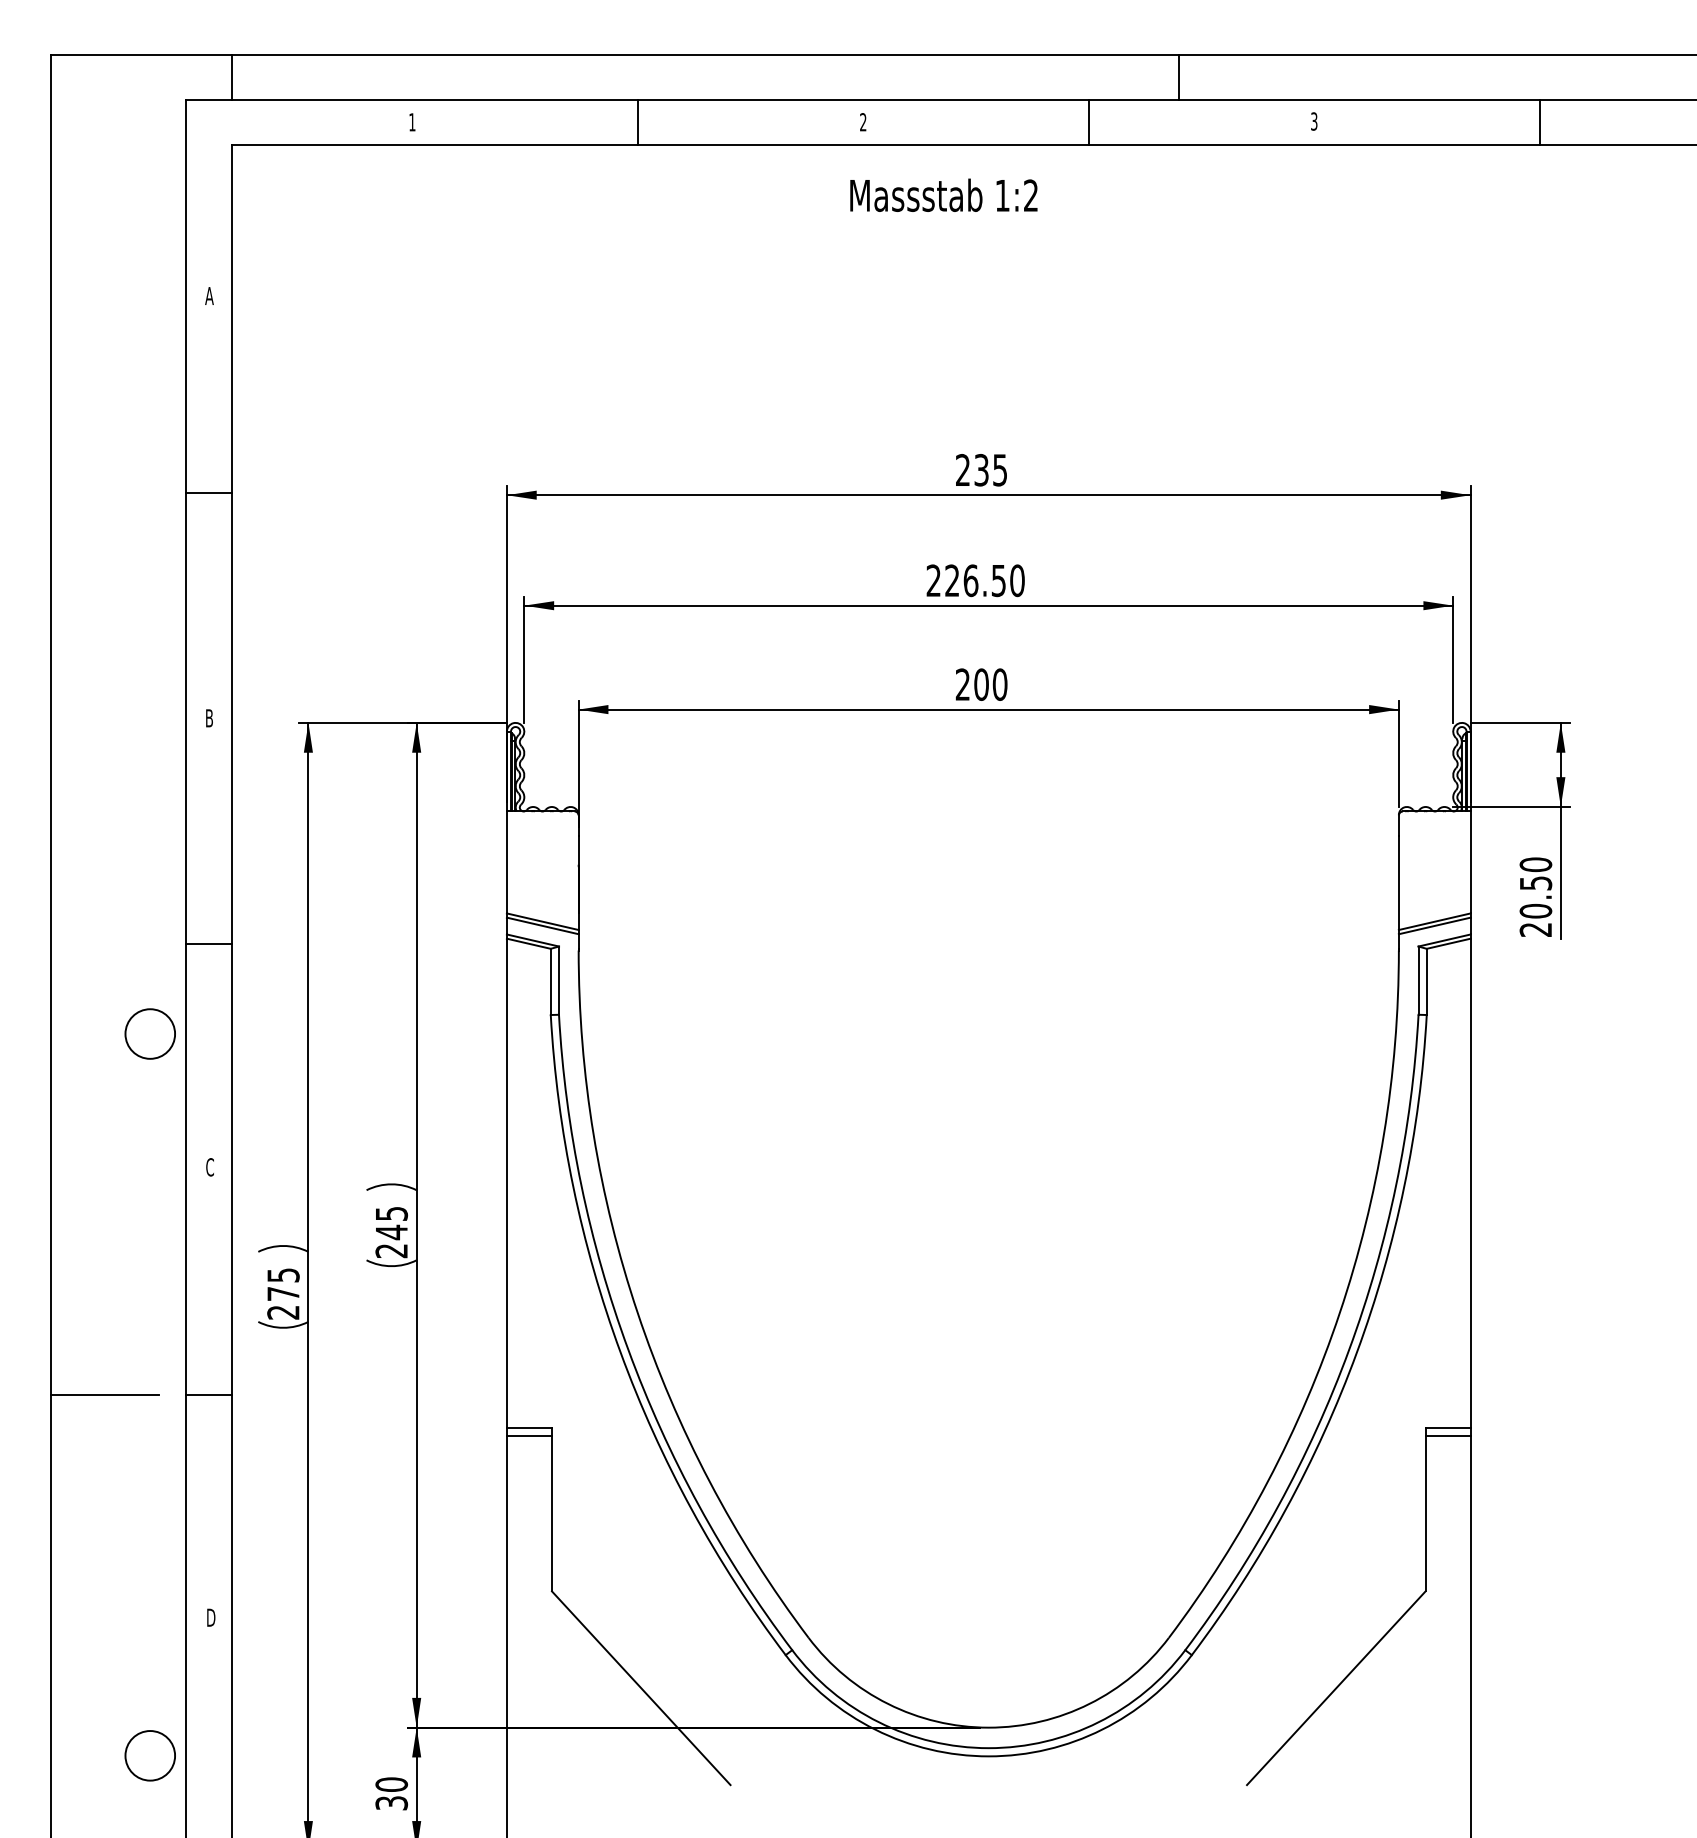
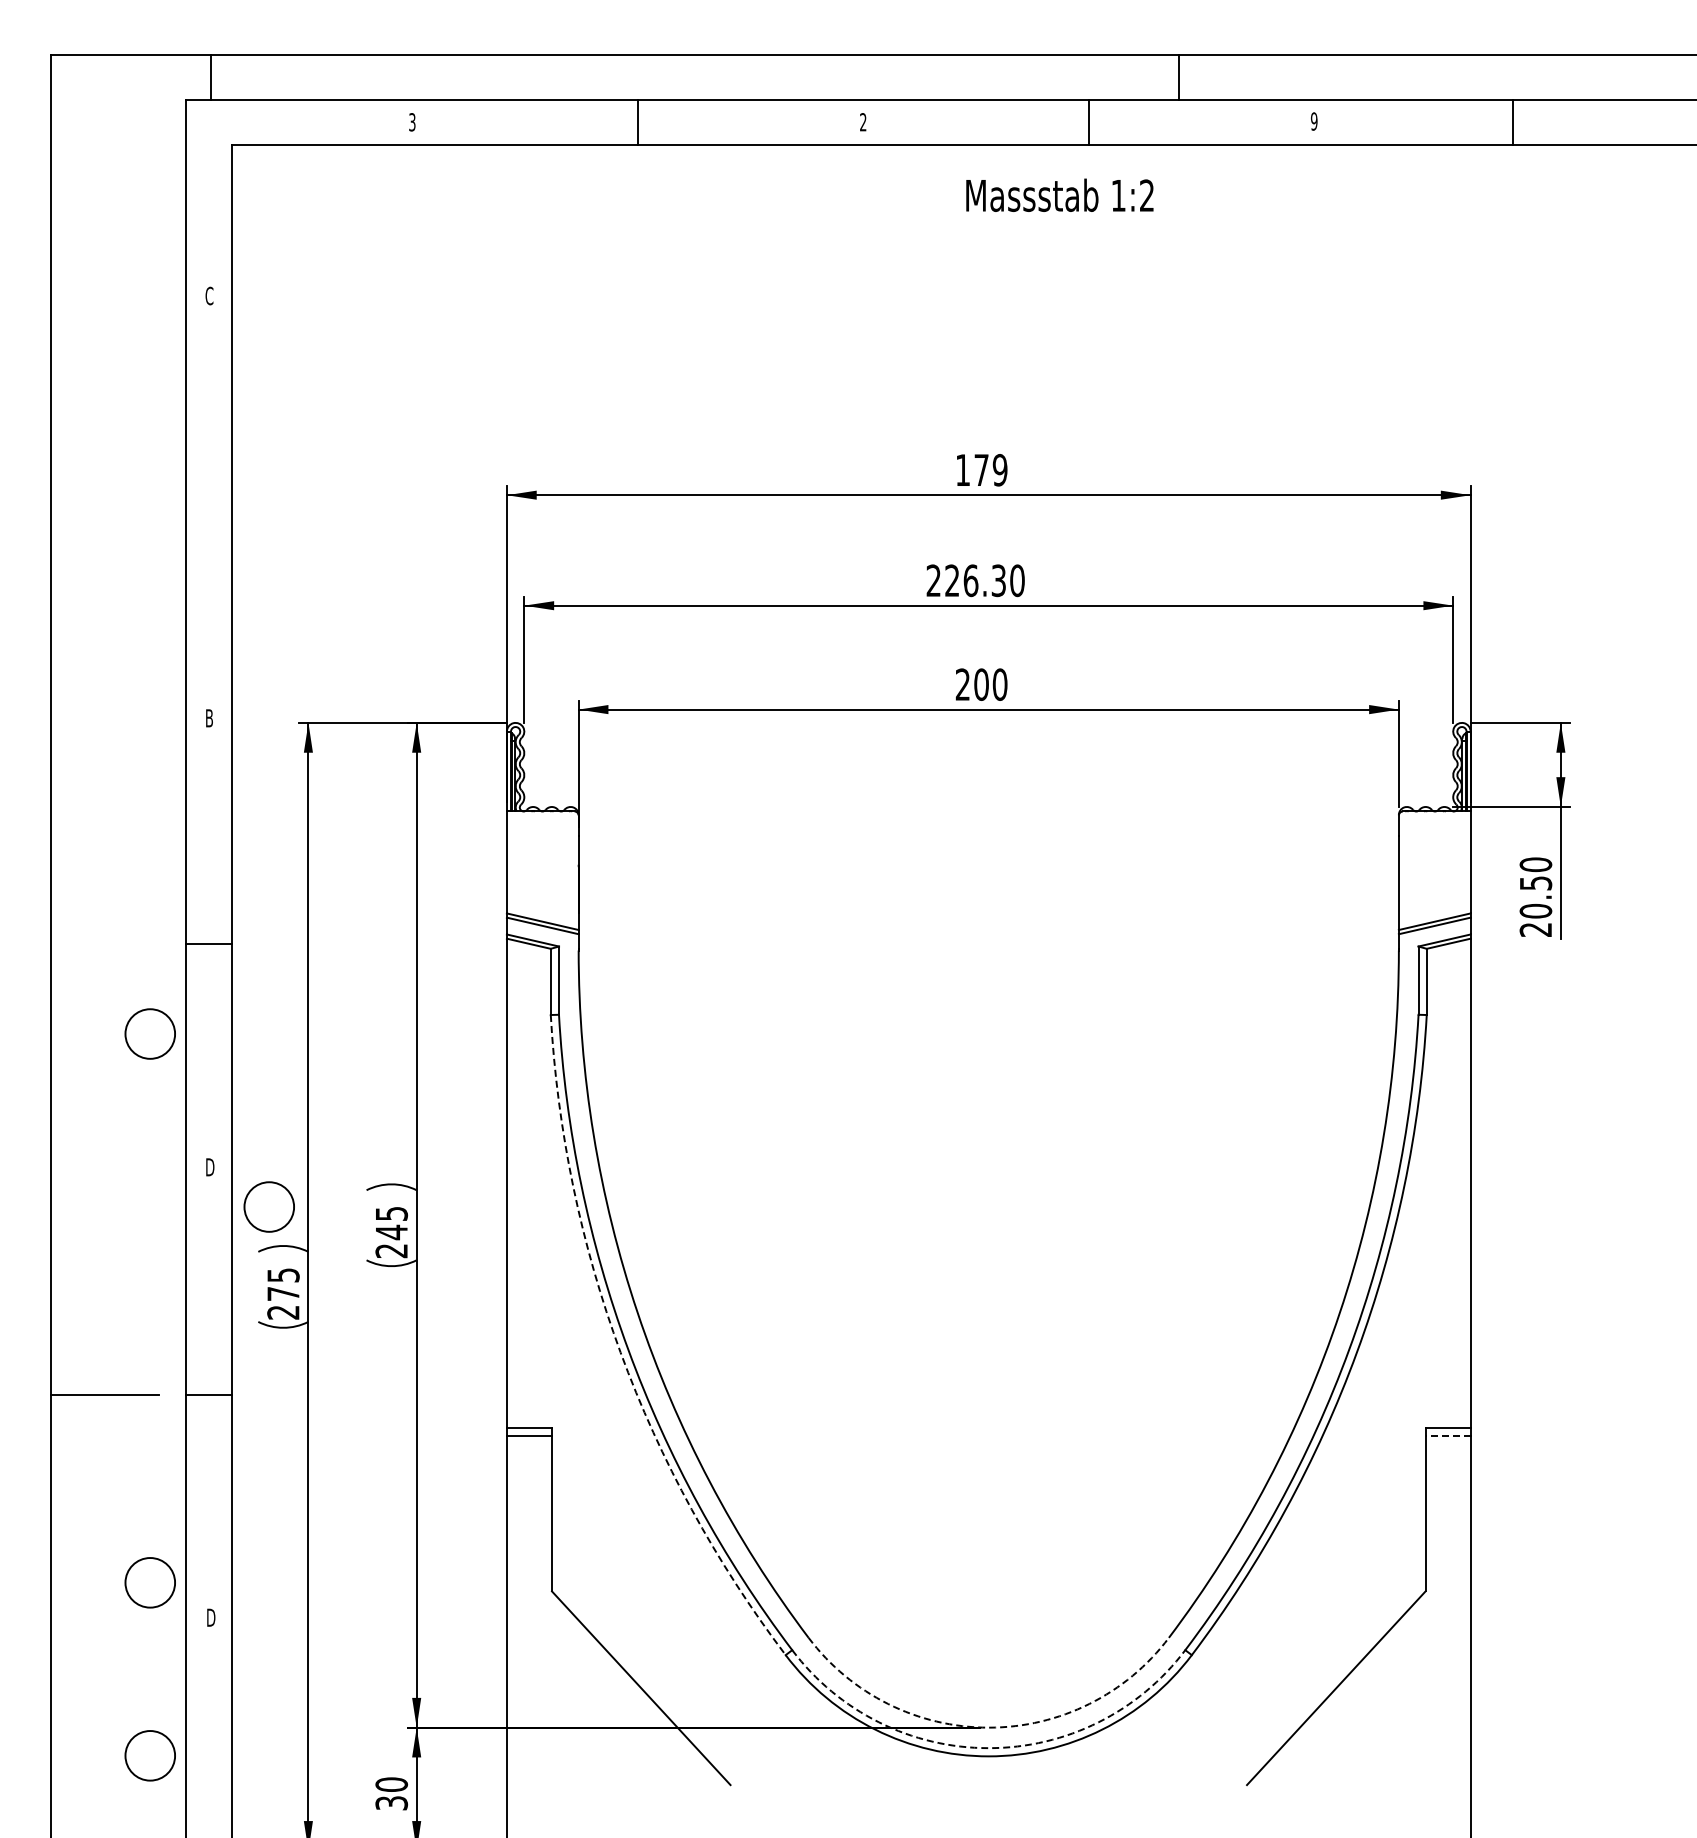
line at (231, 77) position: (231, 77) -> (210, 77)
text at (1313, 121): 3 -> 9
text at (412, 122): 1 -> 3
line at (1539, 122) position: (1539, 122) -> (1512, 122)
text at (943, 194) position: (943, 194) -> (1059, 194)
text at (209, 295): A -> C
text at (981, 470): 235 -> 179
line at (208, 492): present -> none
text at (998, 580): 226.50 -> 226.30
text at (210, 1167): C -> D
circle at (268, 1206): none -> present
arc at (620, 1352): solid -> dashed
line at (1448, 1435): solid -> dashed
circle at (149, 1582): none -> present
arc at (988, 1727): solid -> dashed
arc at (988, 1748): solid -> dashed
